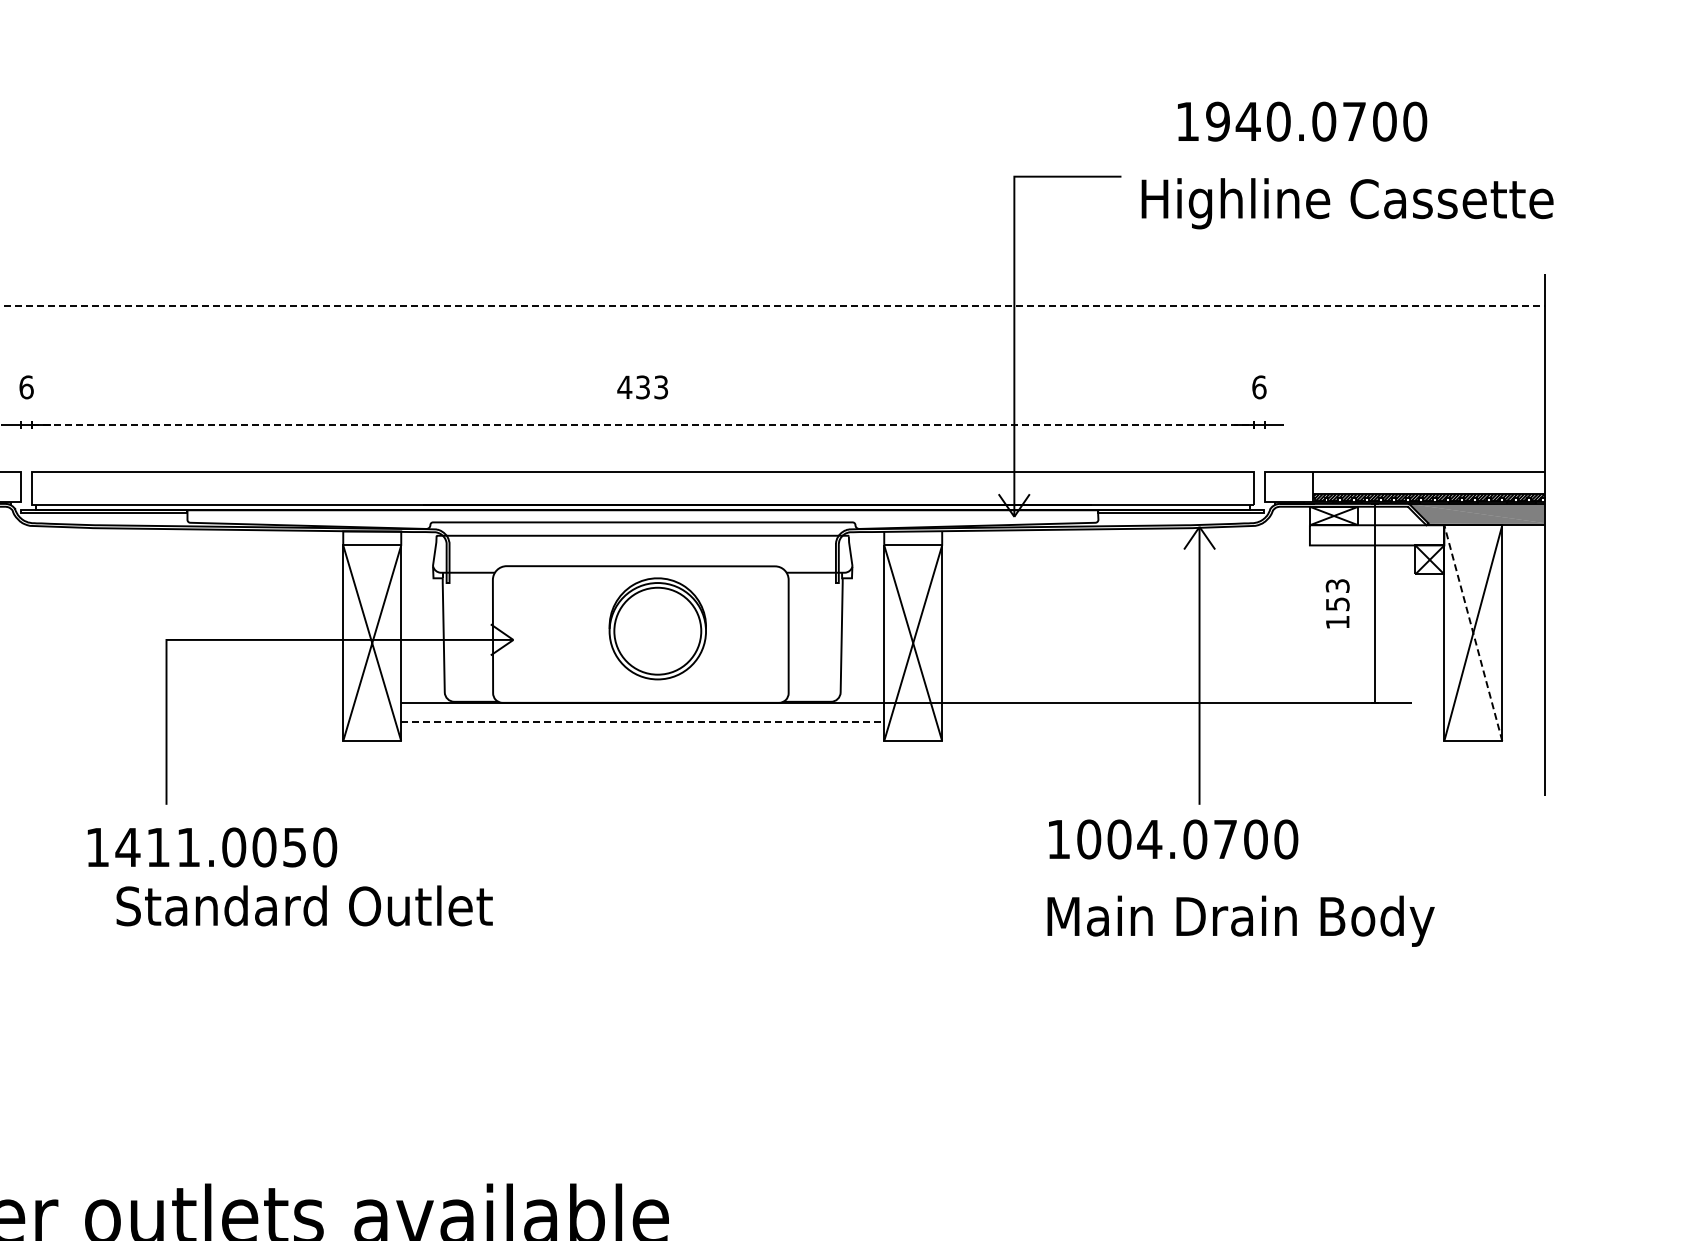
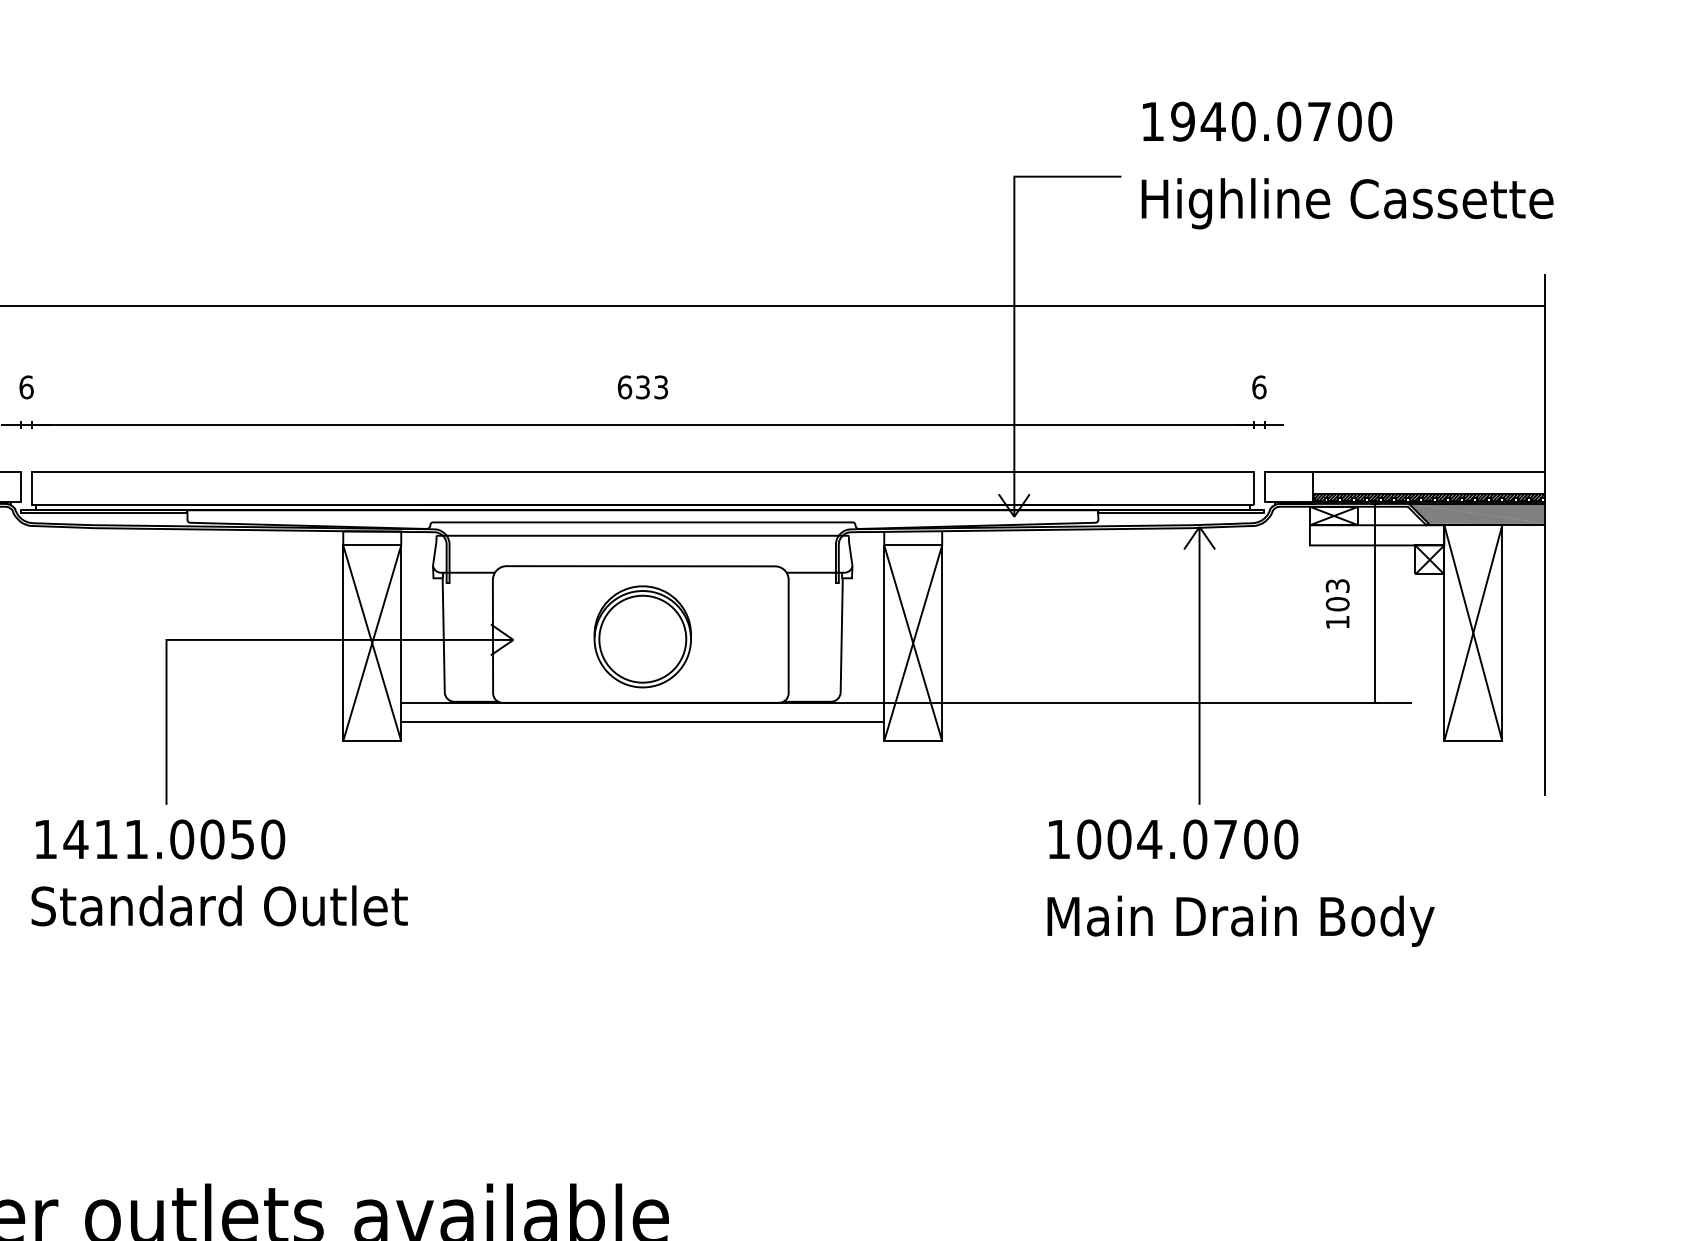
text at (1302, 121) position: (1302, 121) -> (1267, 121)
line at (772, 305): dashed -> solid
text at (624, 387): 433 -> 633
line at (642, 424): dashed -> solid
text at (1337, 604): 153 -> 103
part at (657, 628) position: (657, 628) -> (642, 636)
line at (1473, 633): dashed -> solid
line at (643, 722): dashed -> solid
text at (212, 847) position: (212, 847) -> (160, 839)
text at (304, 905) position: (304, 905) -> (219, 905)
